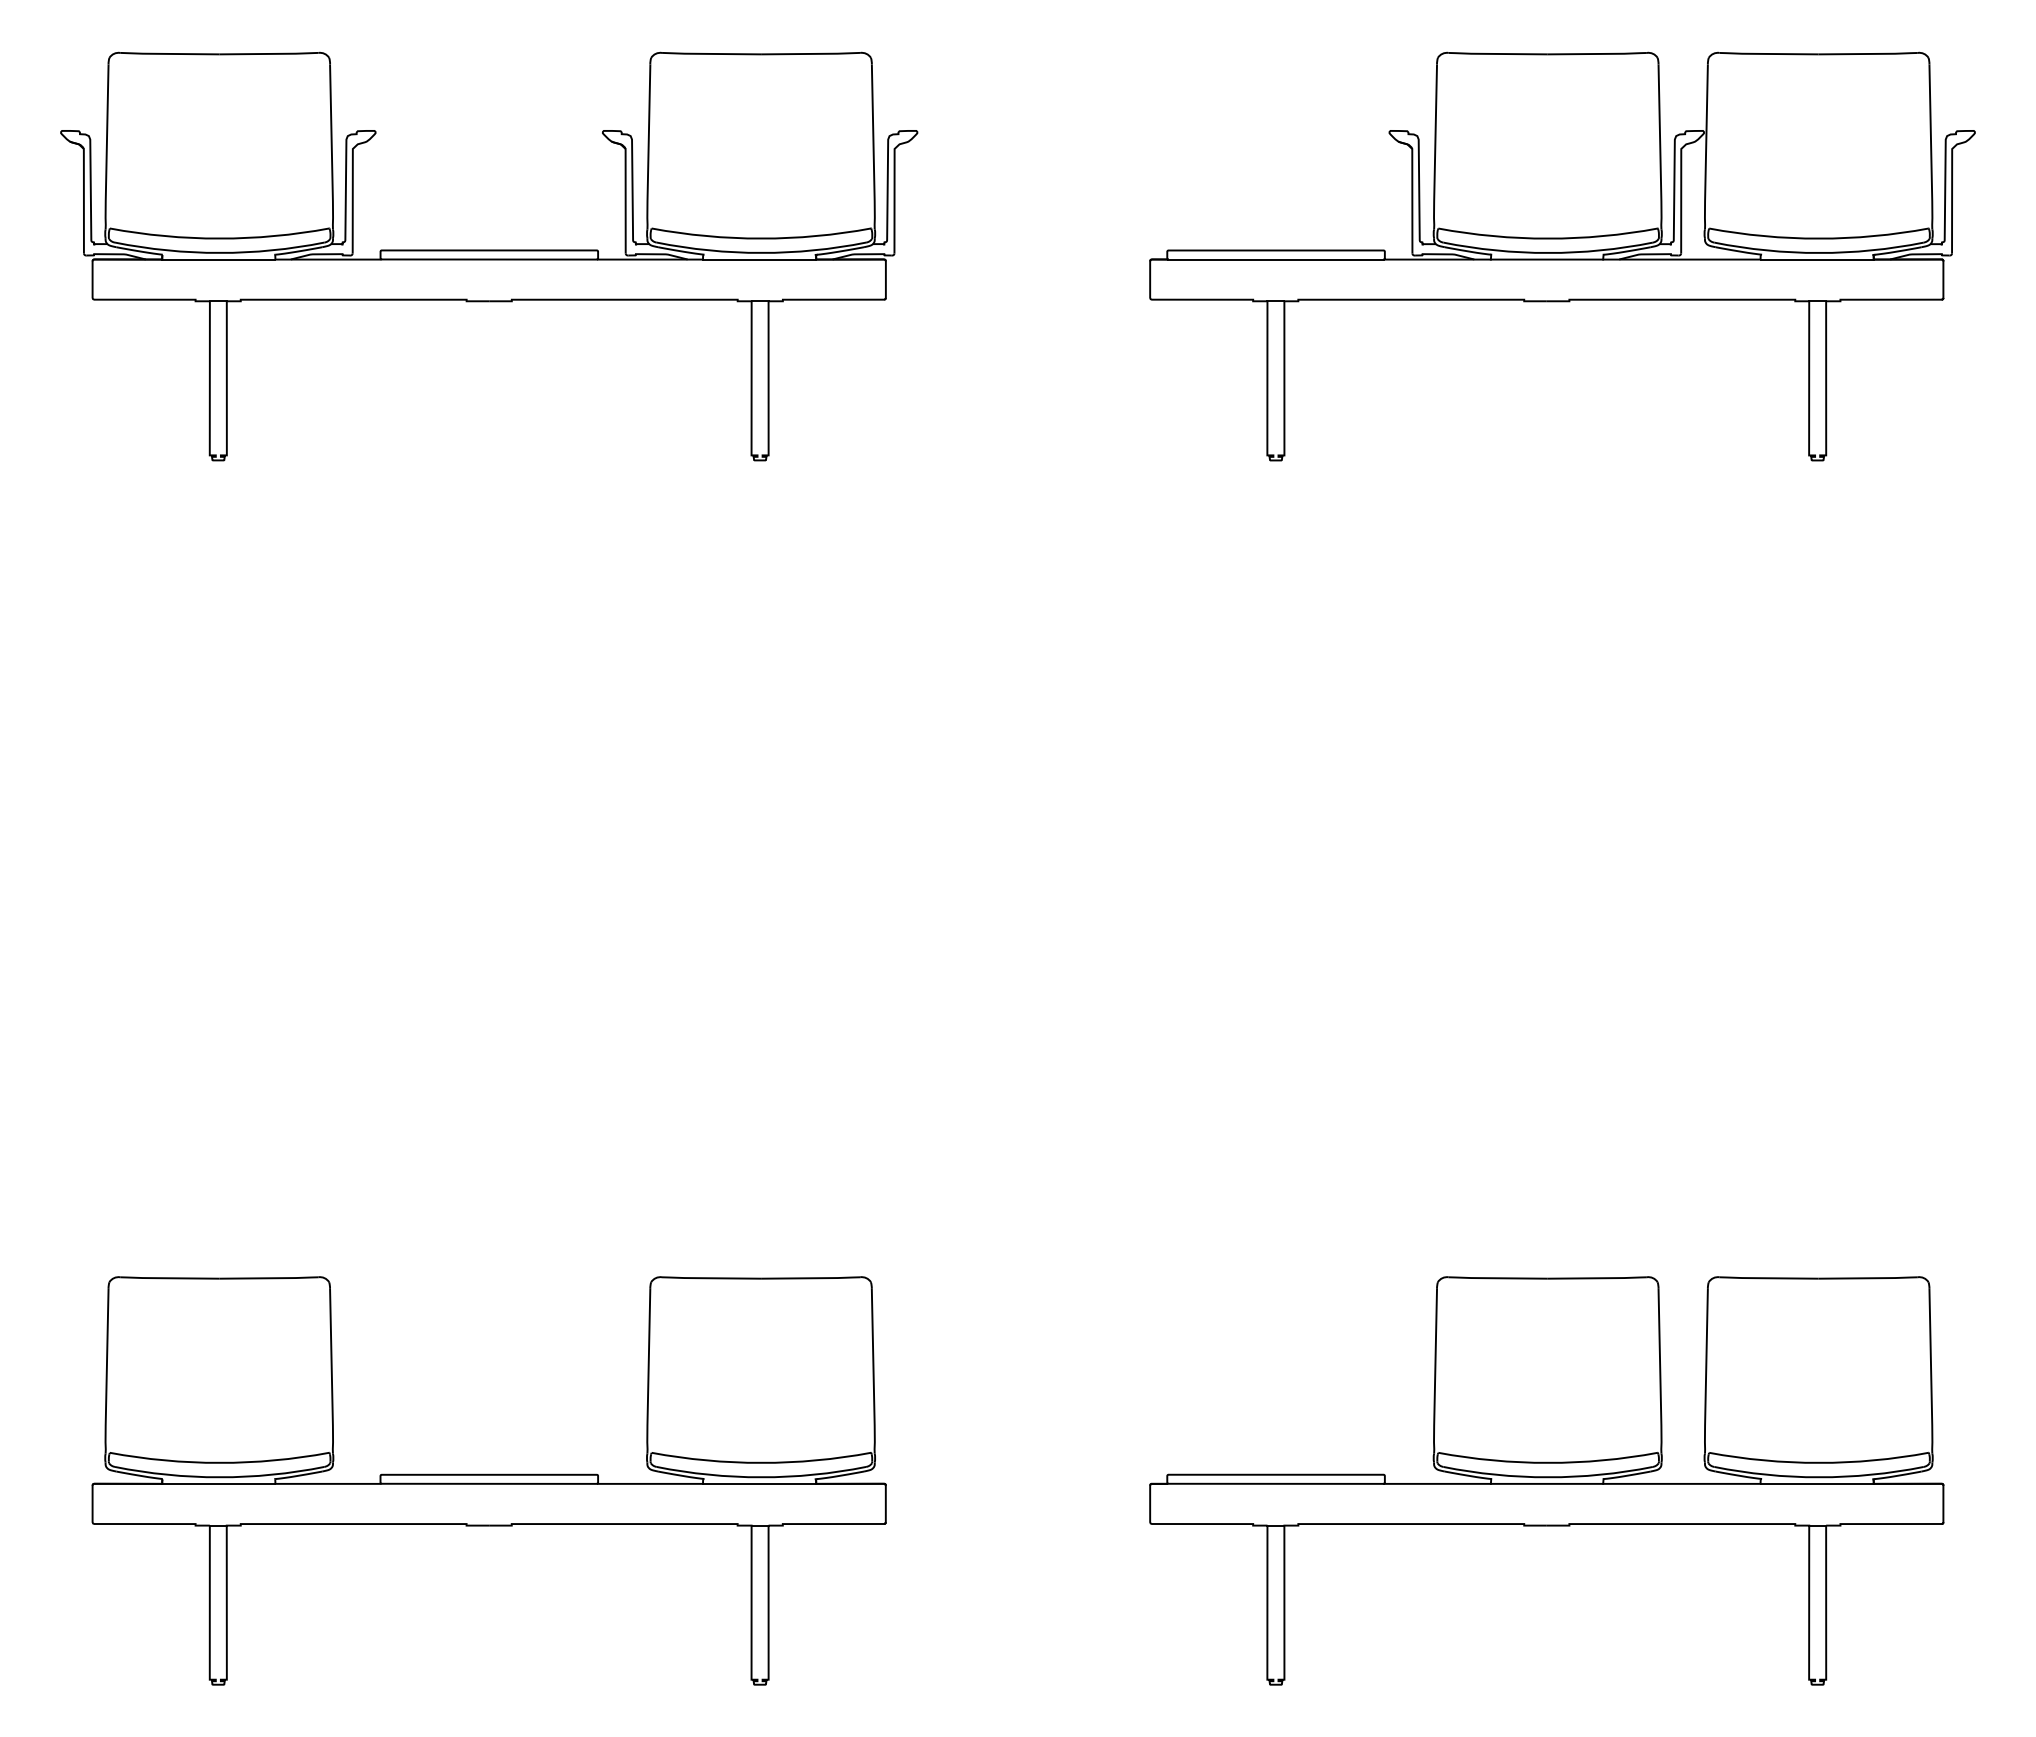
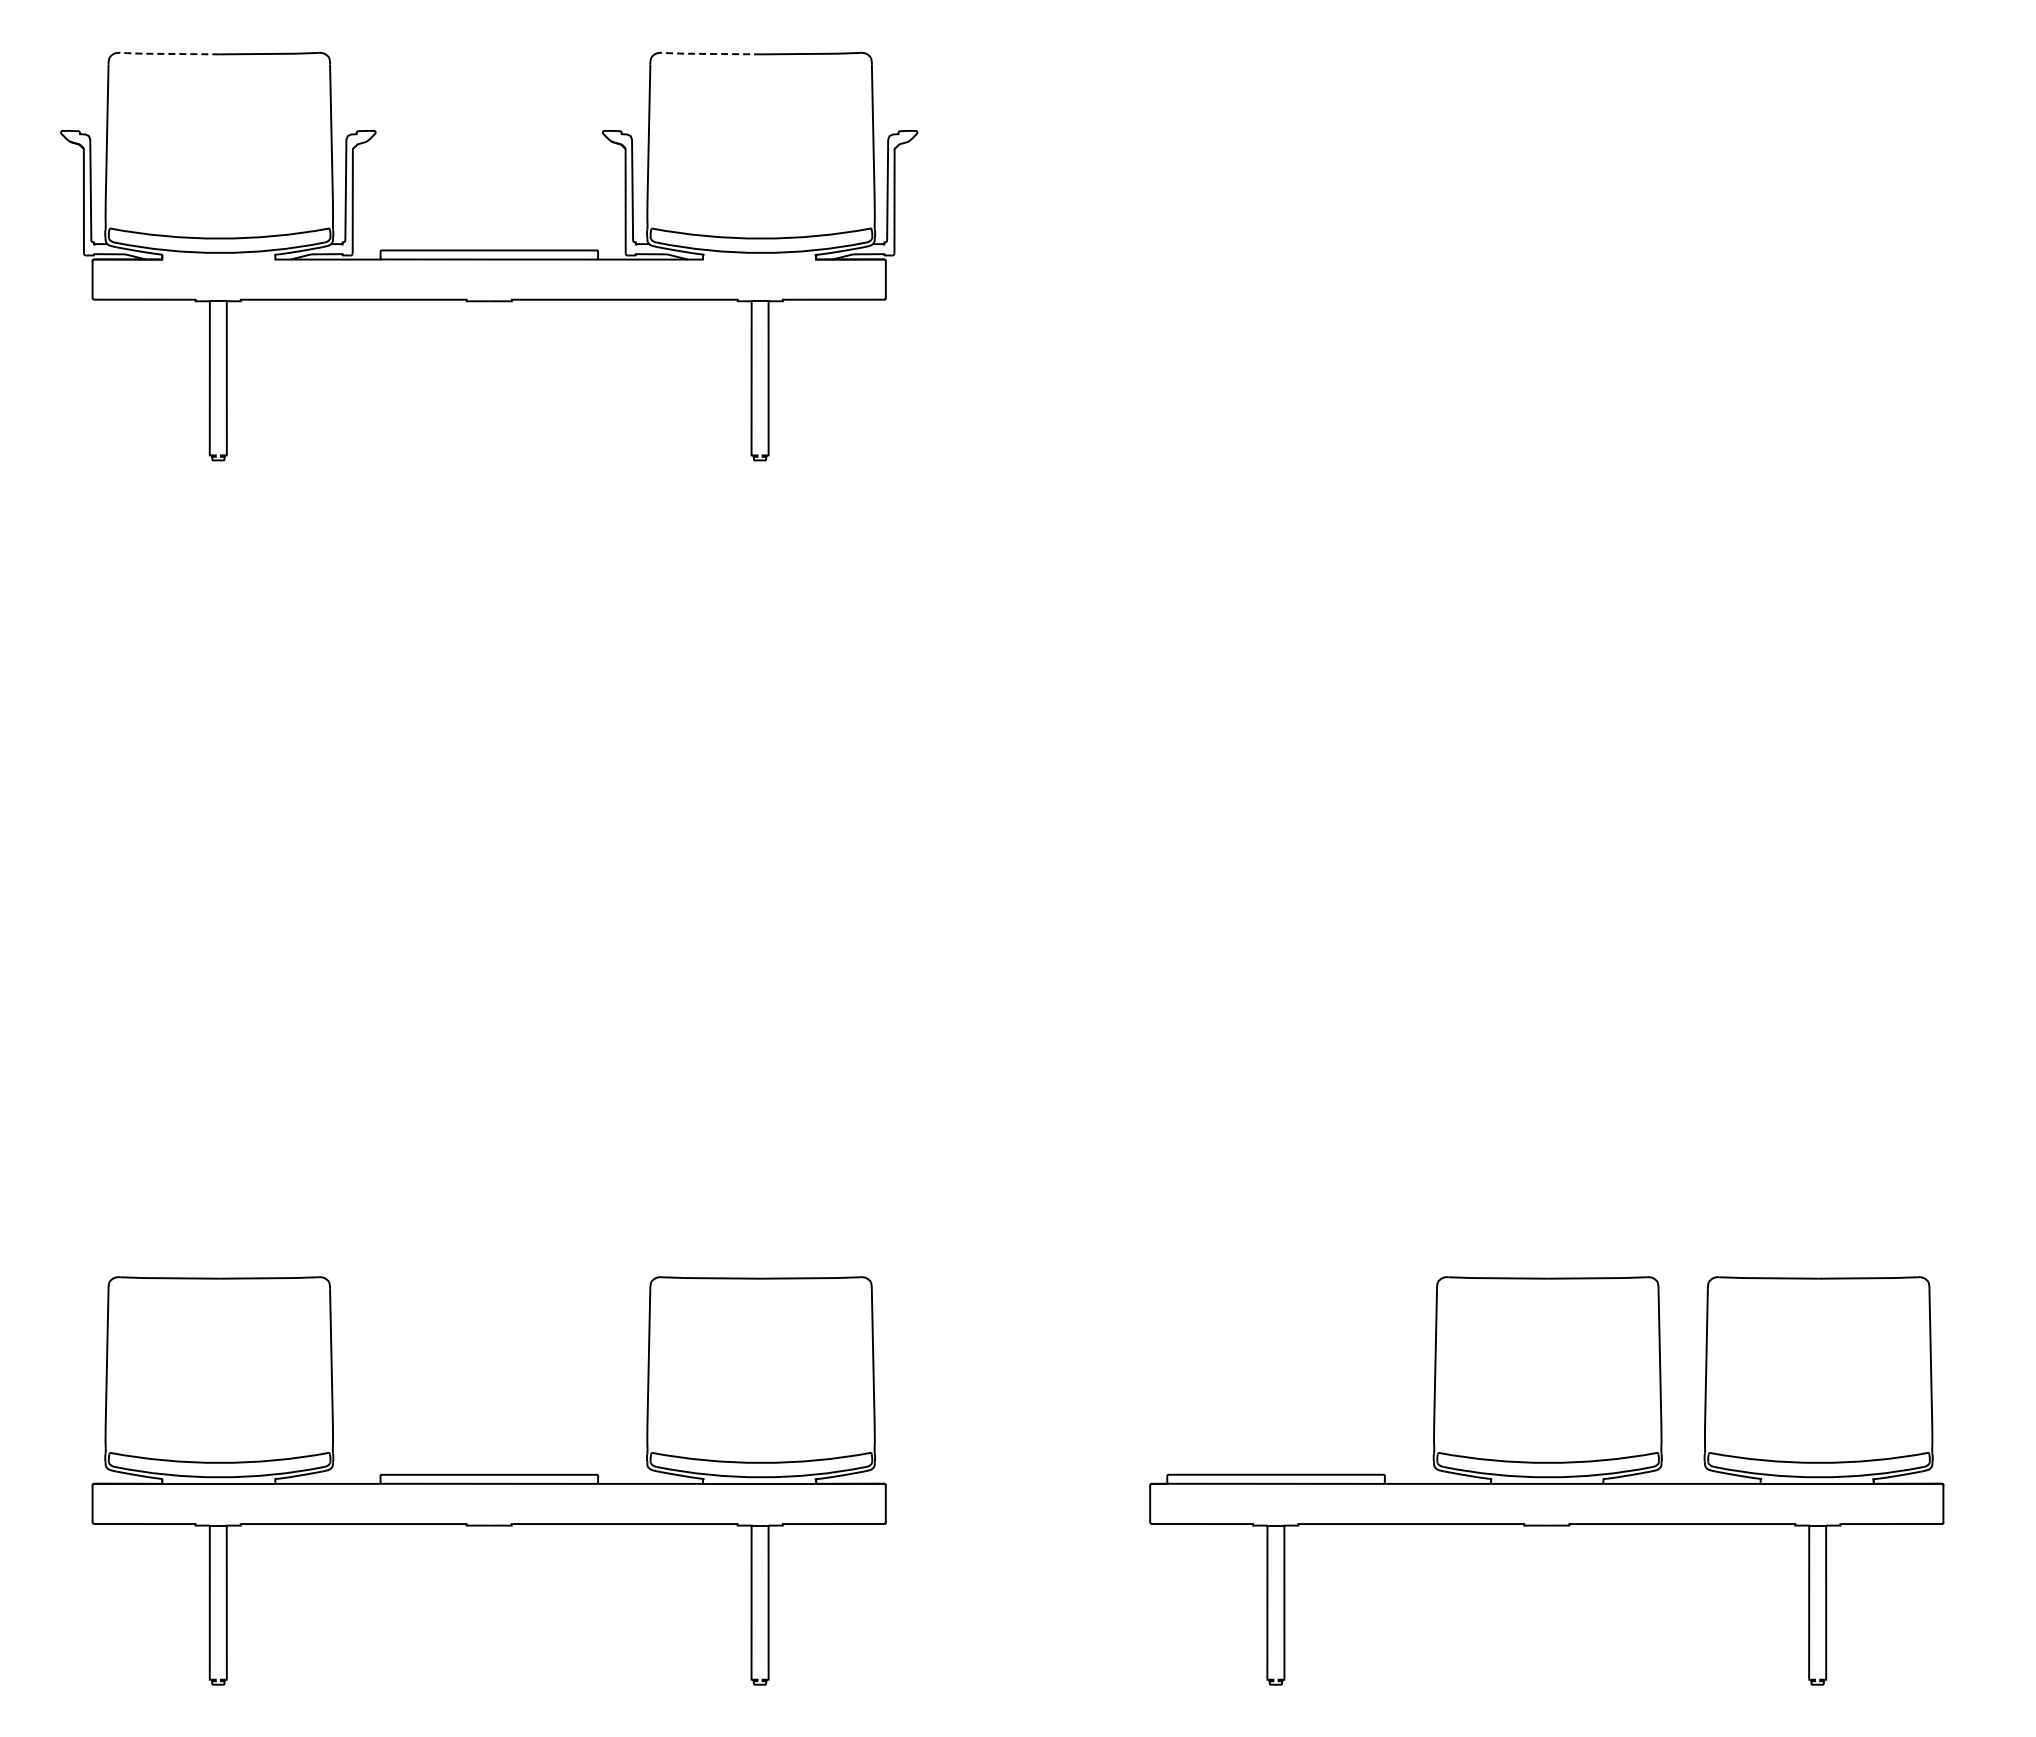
line at (167, 53): solid -> dashed
line at (709, 53): solid -> dashed
part at (1562, 256): present -> none
line at (218, 259): present -> none
line at (759, 259): present -> none
